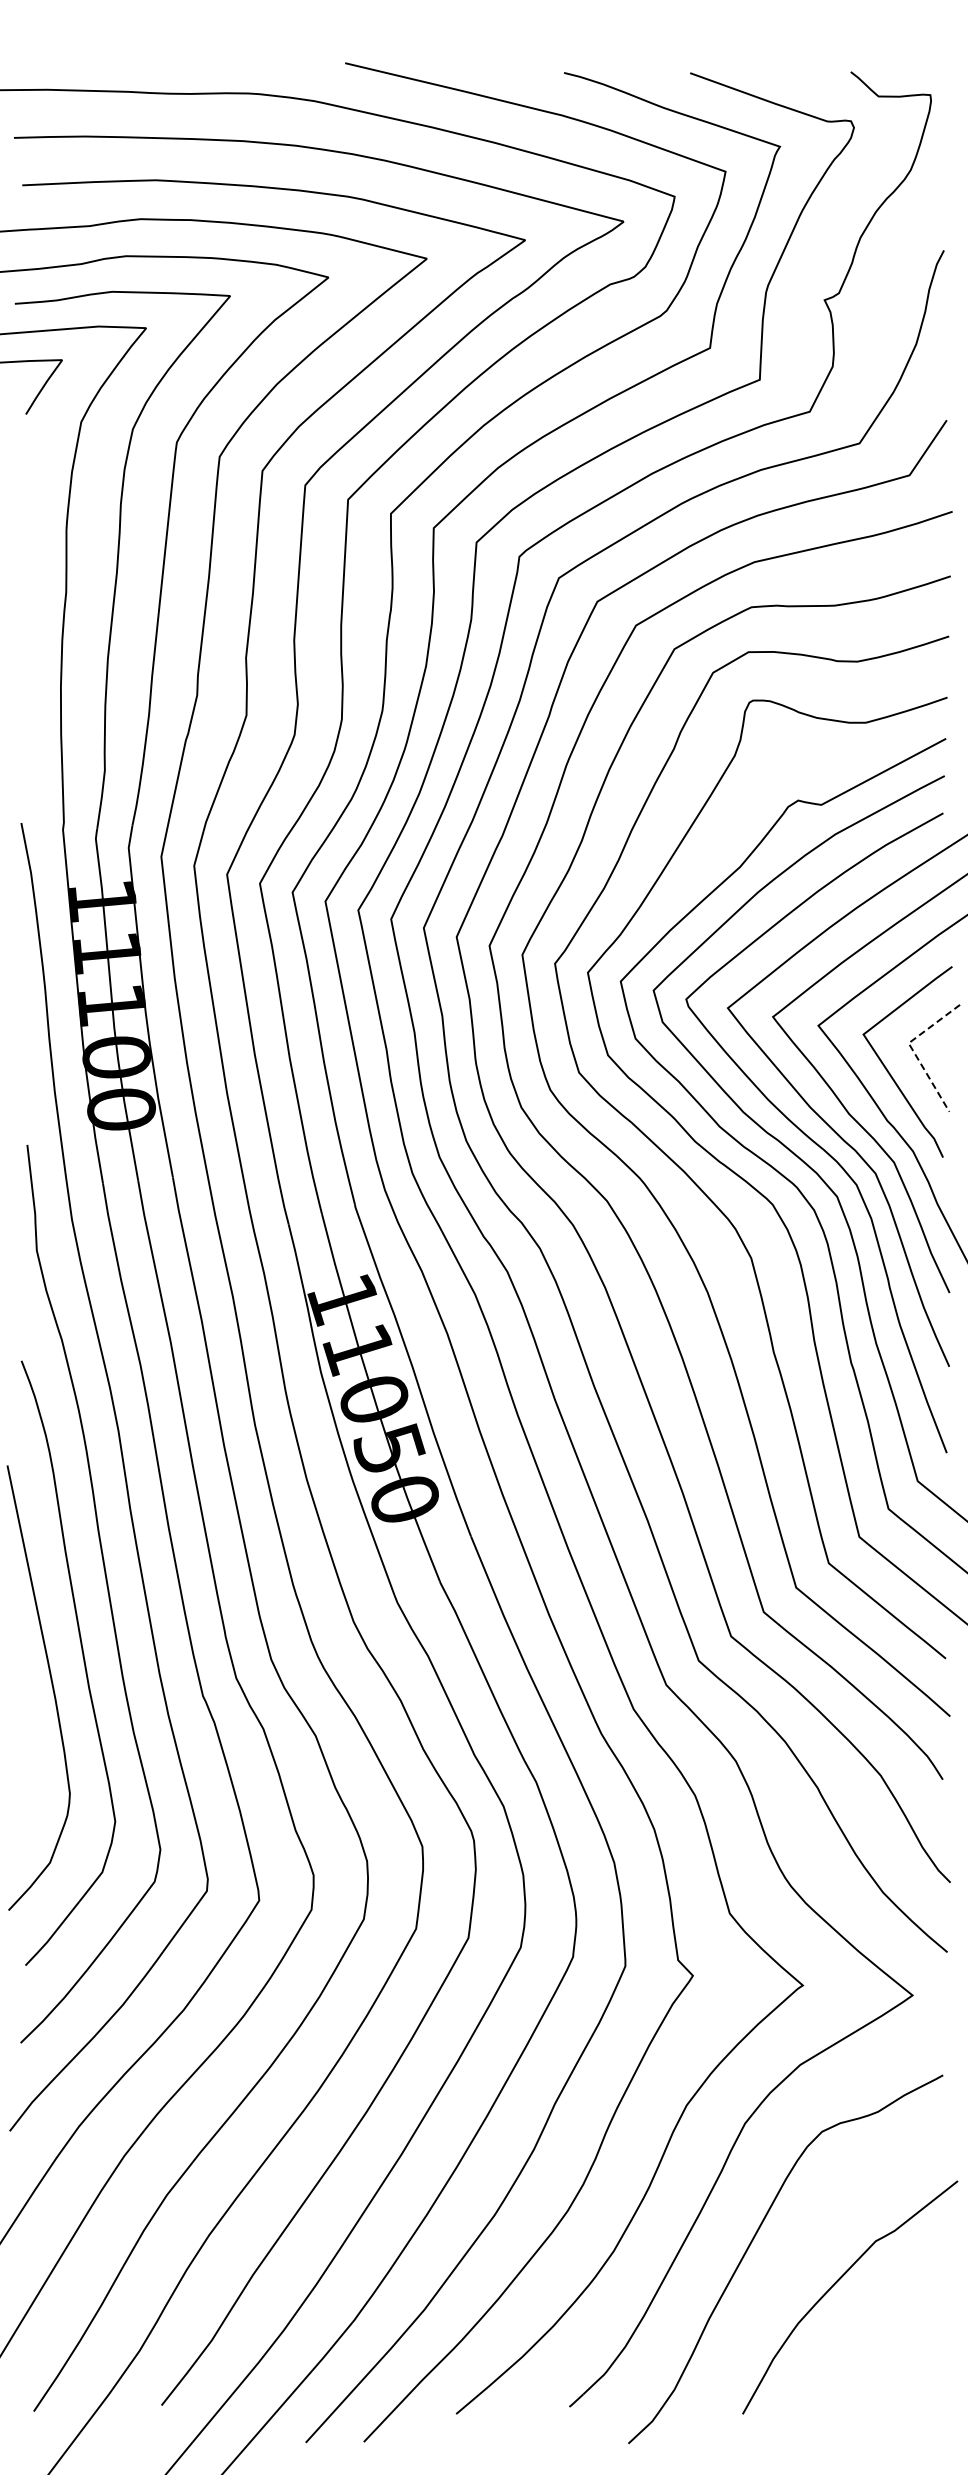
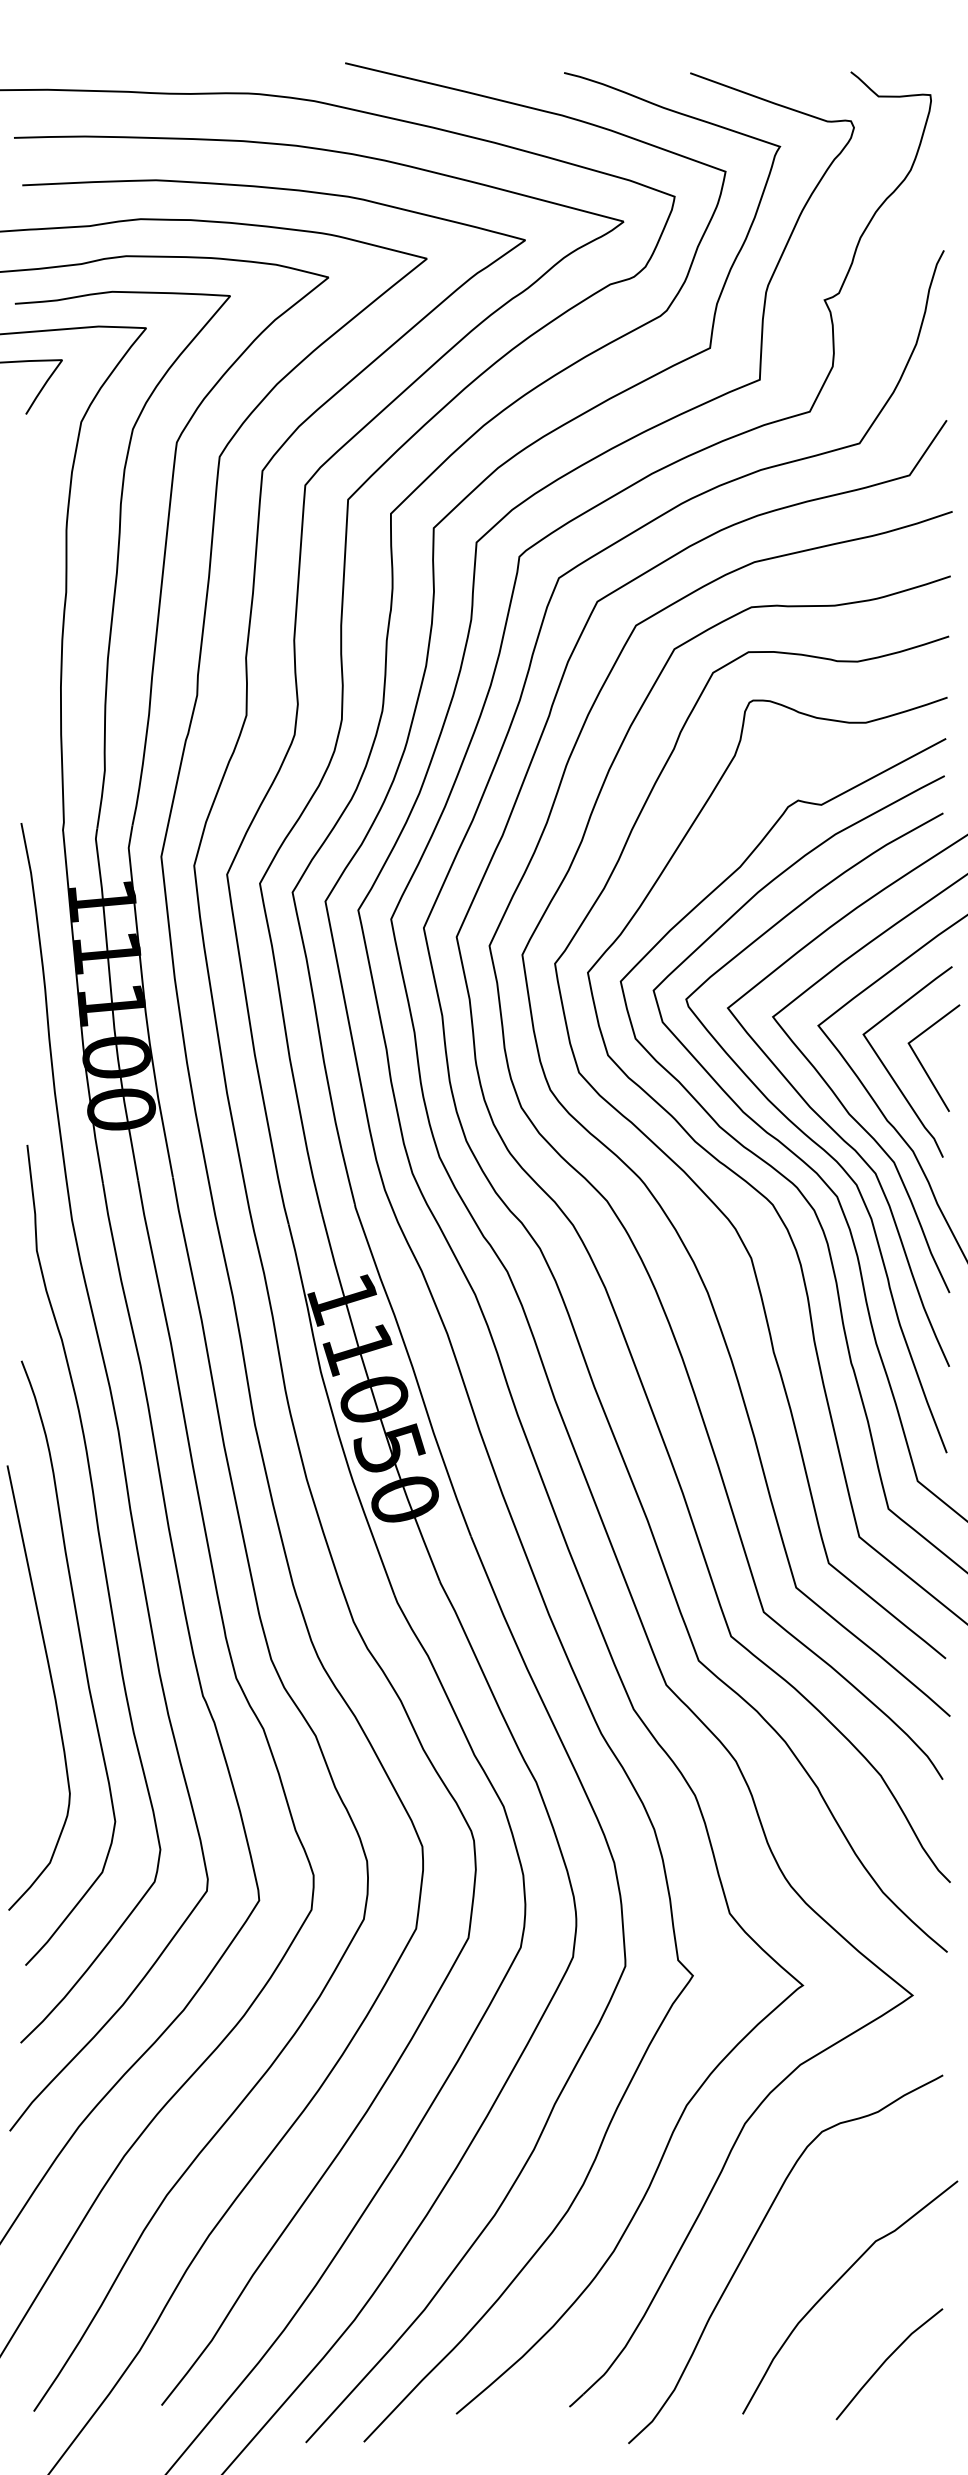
line at (912, 1049): dashed -> solid
line at (886, 2361): none -> present
